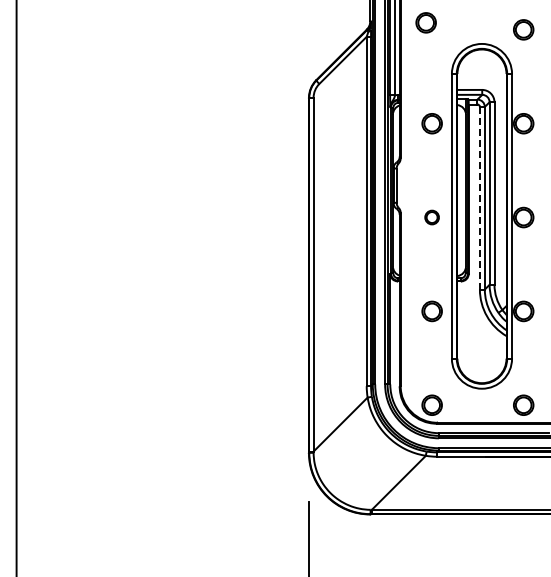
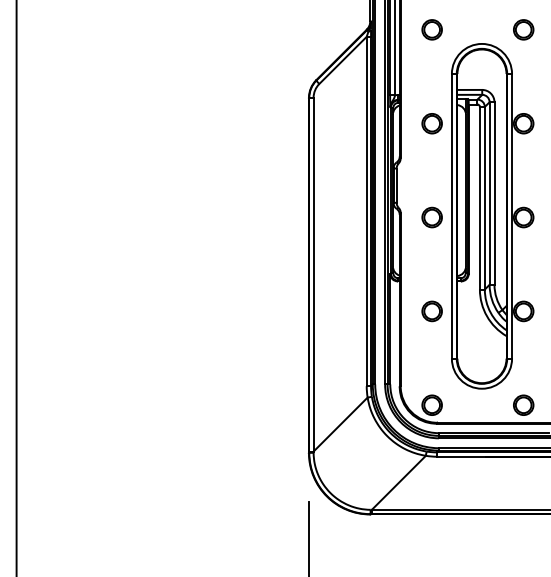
part at (425, 22) position: (425, 22) -> (431, 29)
line at (479, 197): dashed -> solid
part at (431, 217) size: 16x17 px -> 22x23 px
